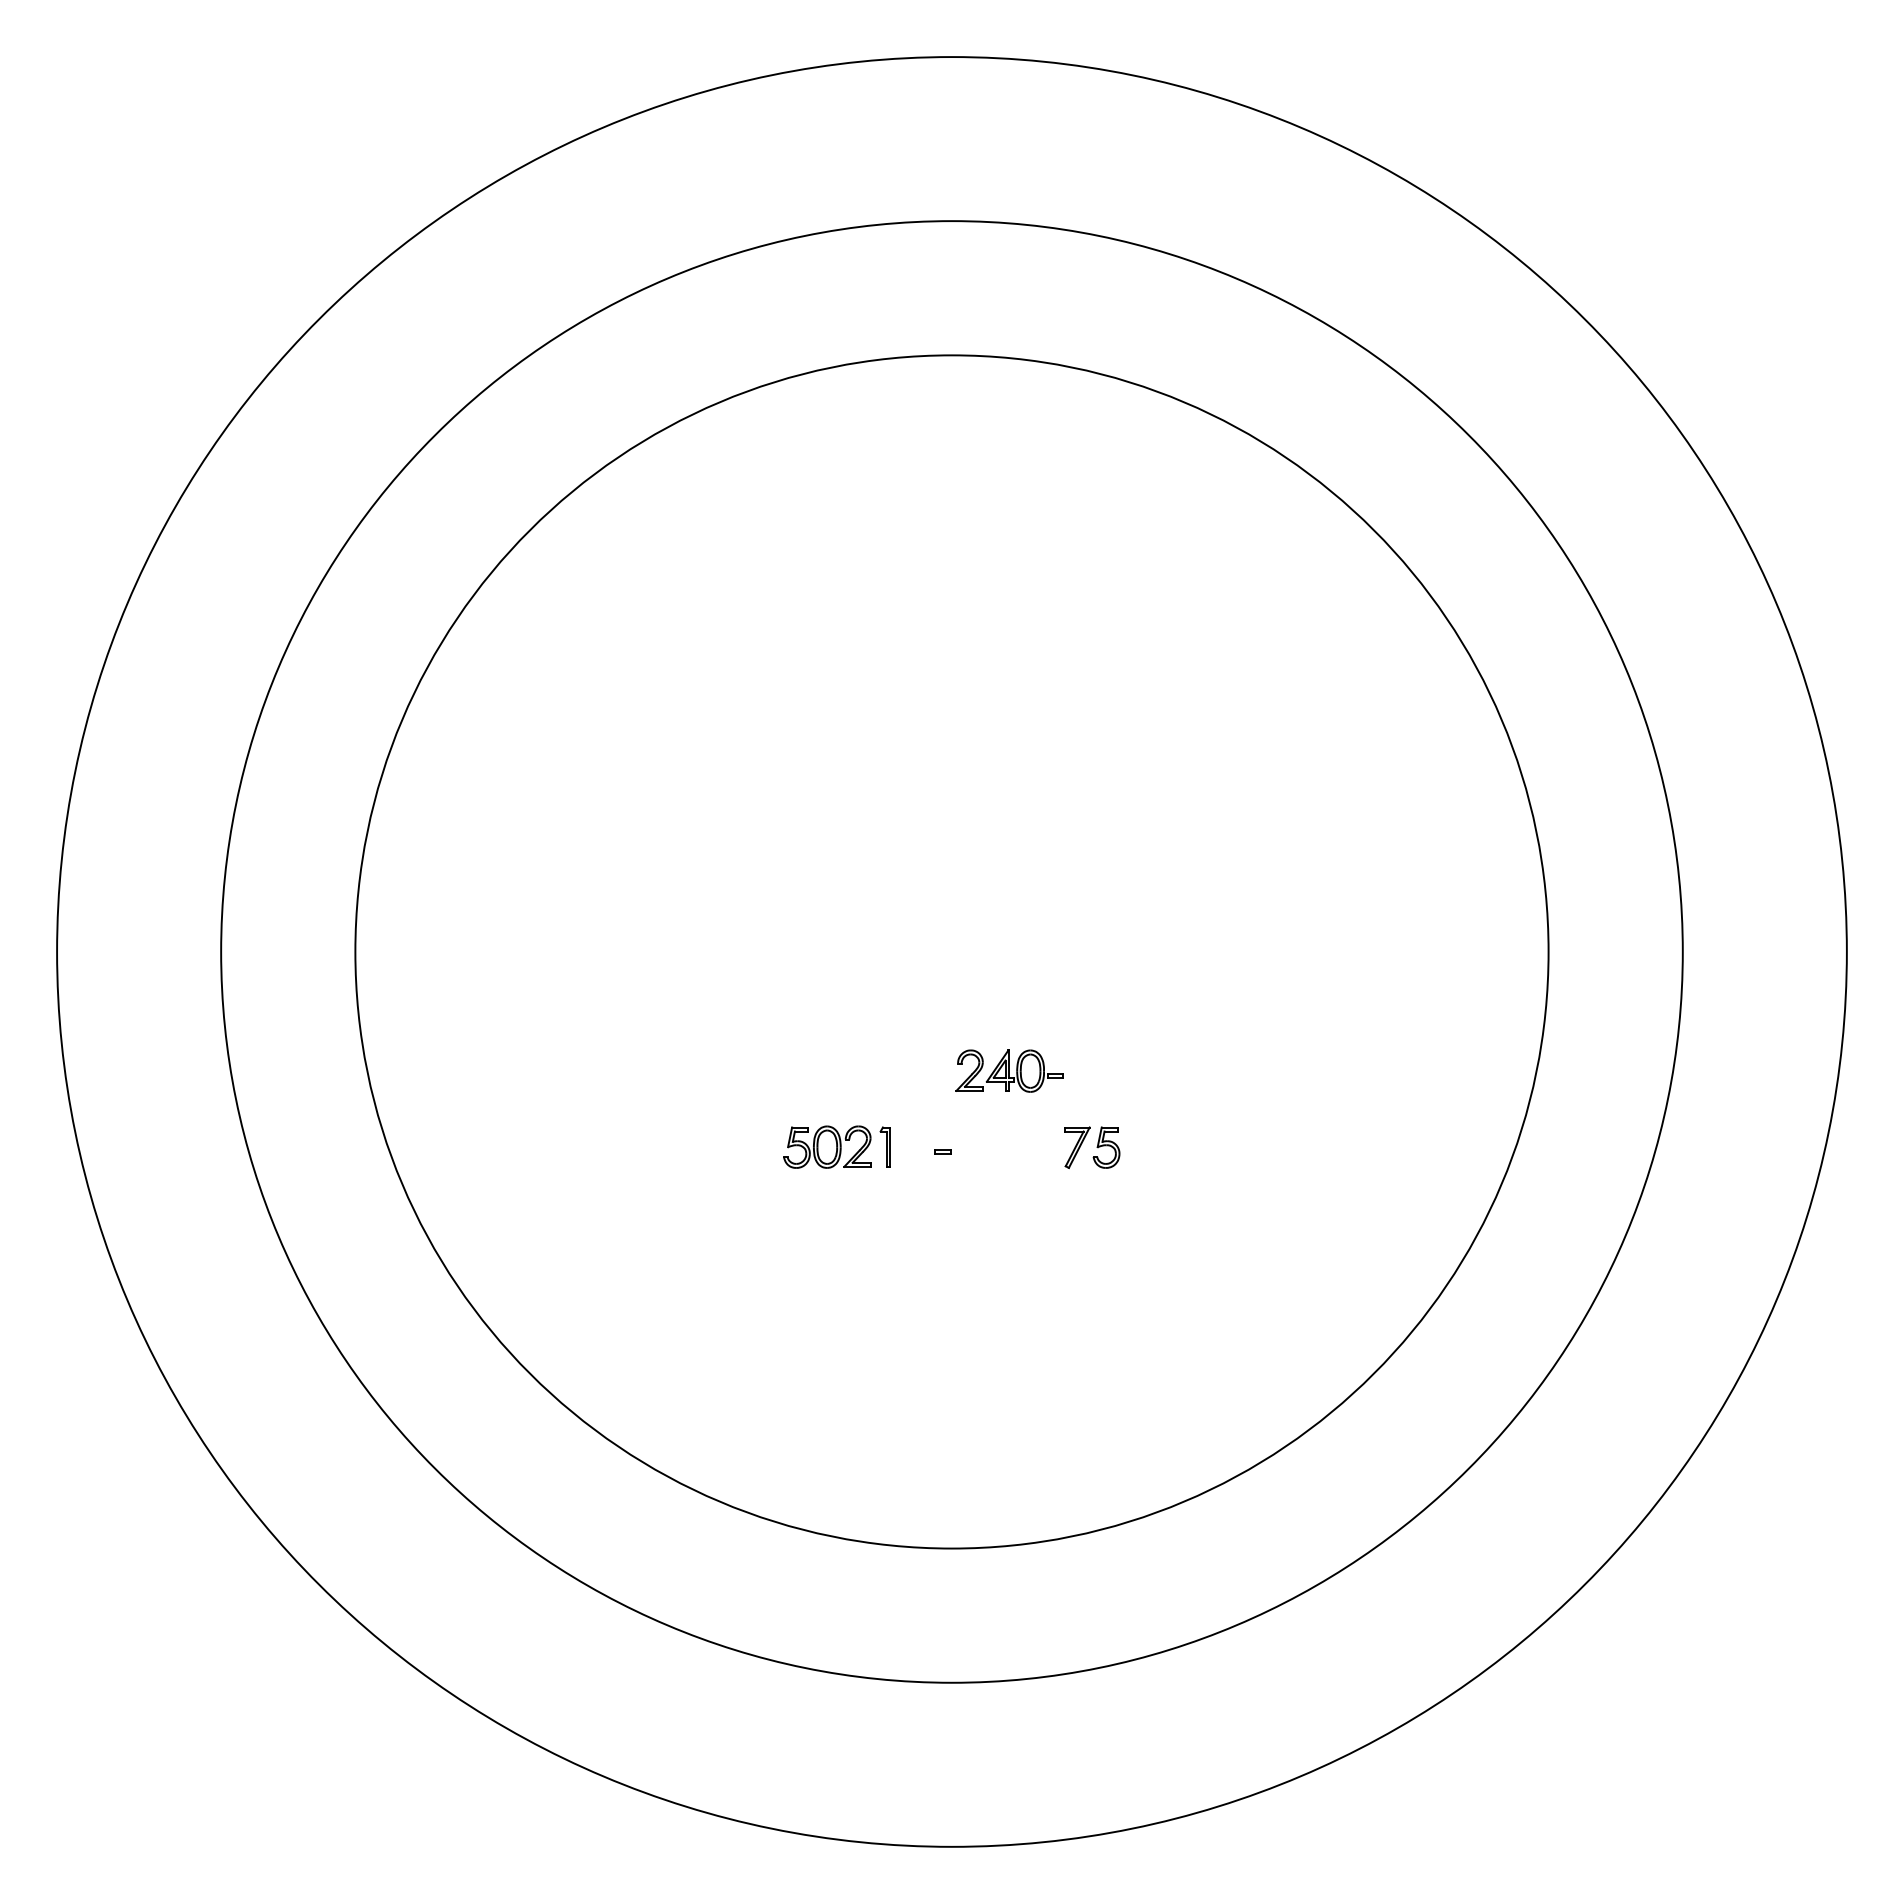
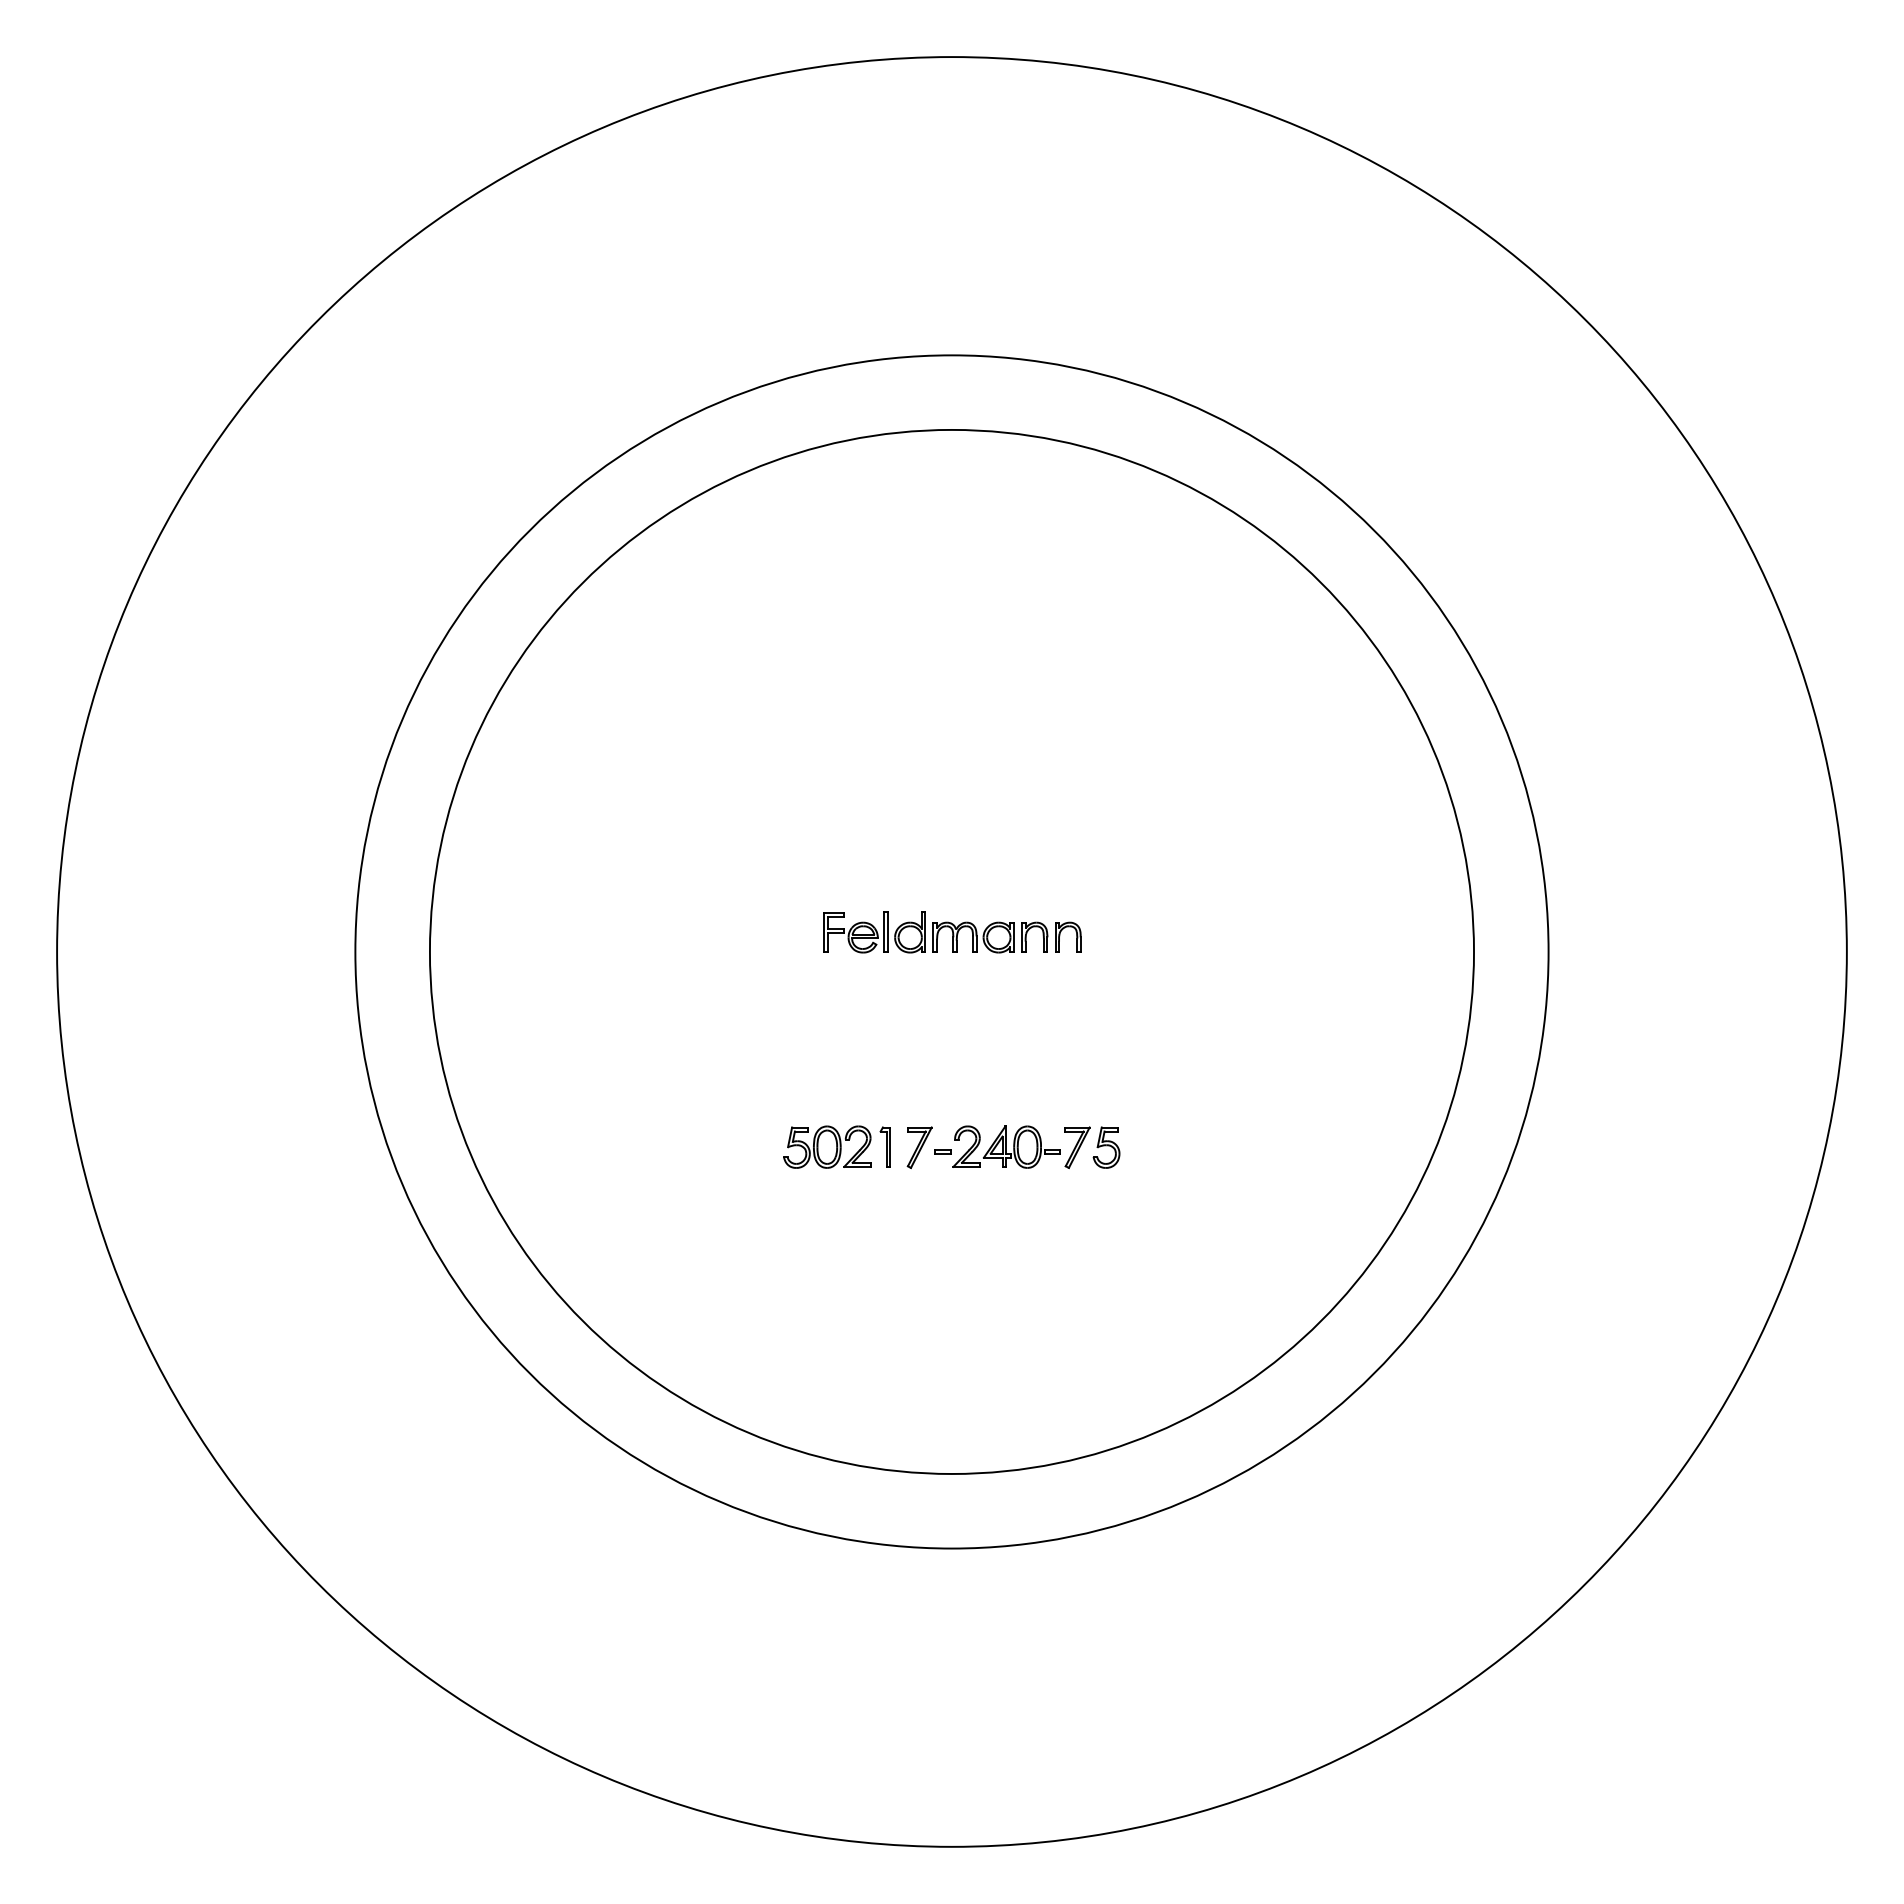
part at (952, 932): none -> present
circle at (951, 951) diameter: 1462 px -> 1044 px
part at (1009, 1070) position: (1009, 1070) -> (1006, 1146)
part at (919, 1147): none -> present
